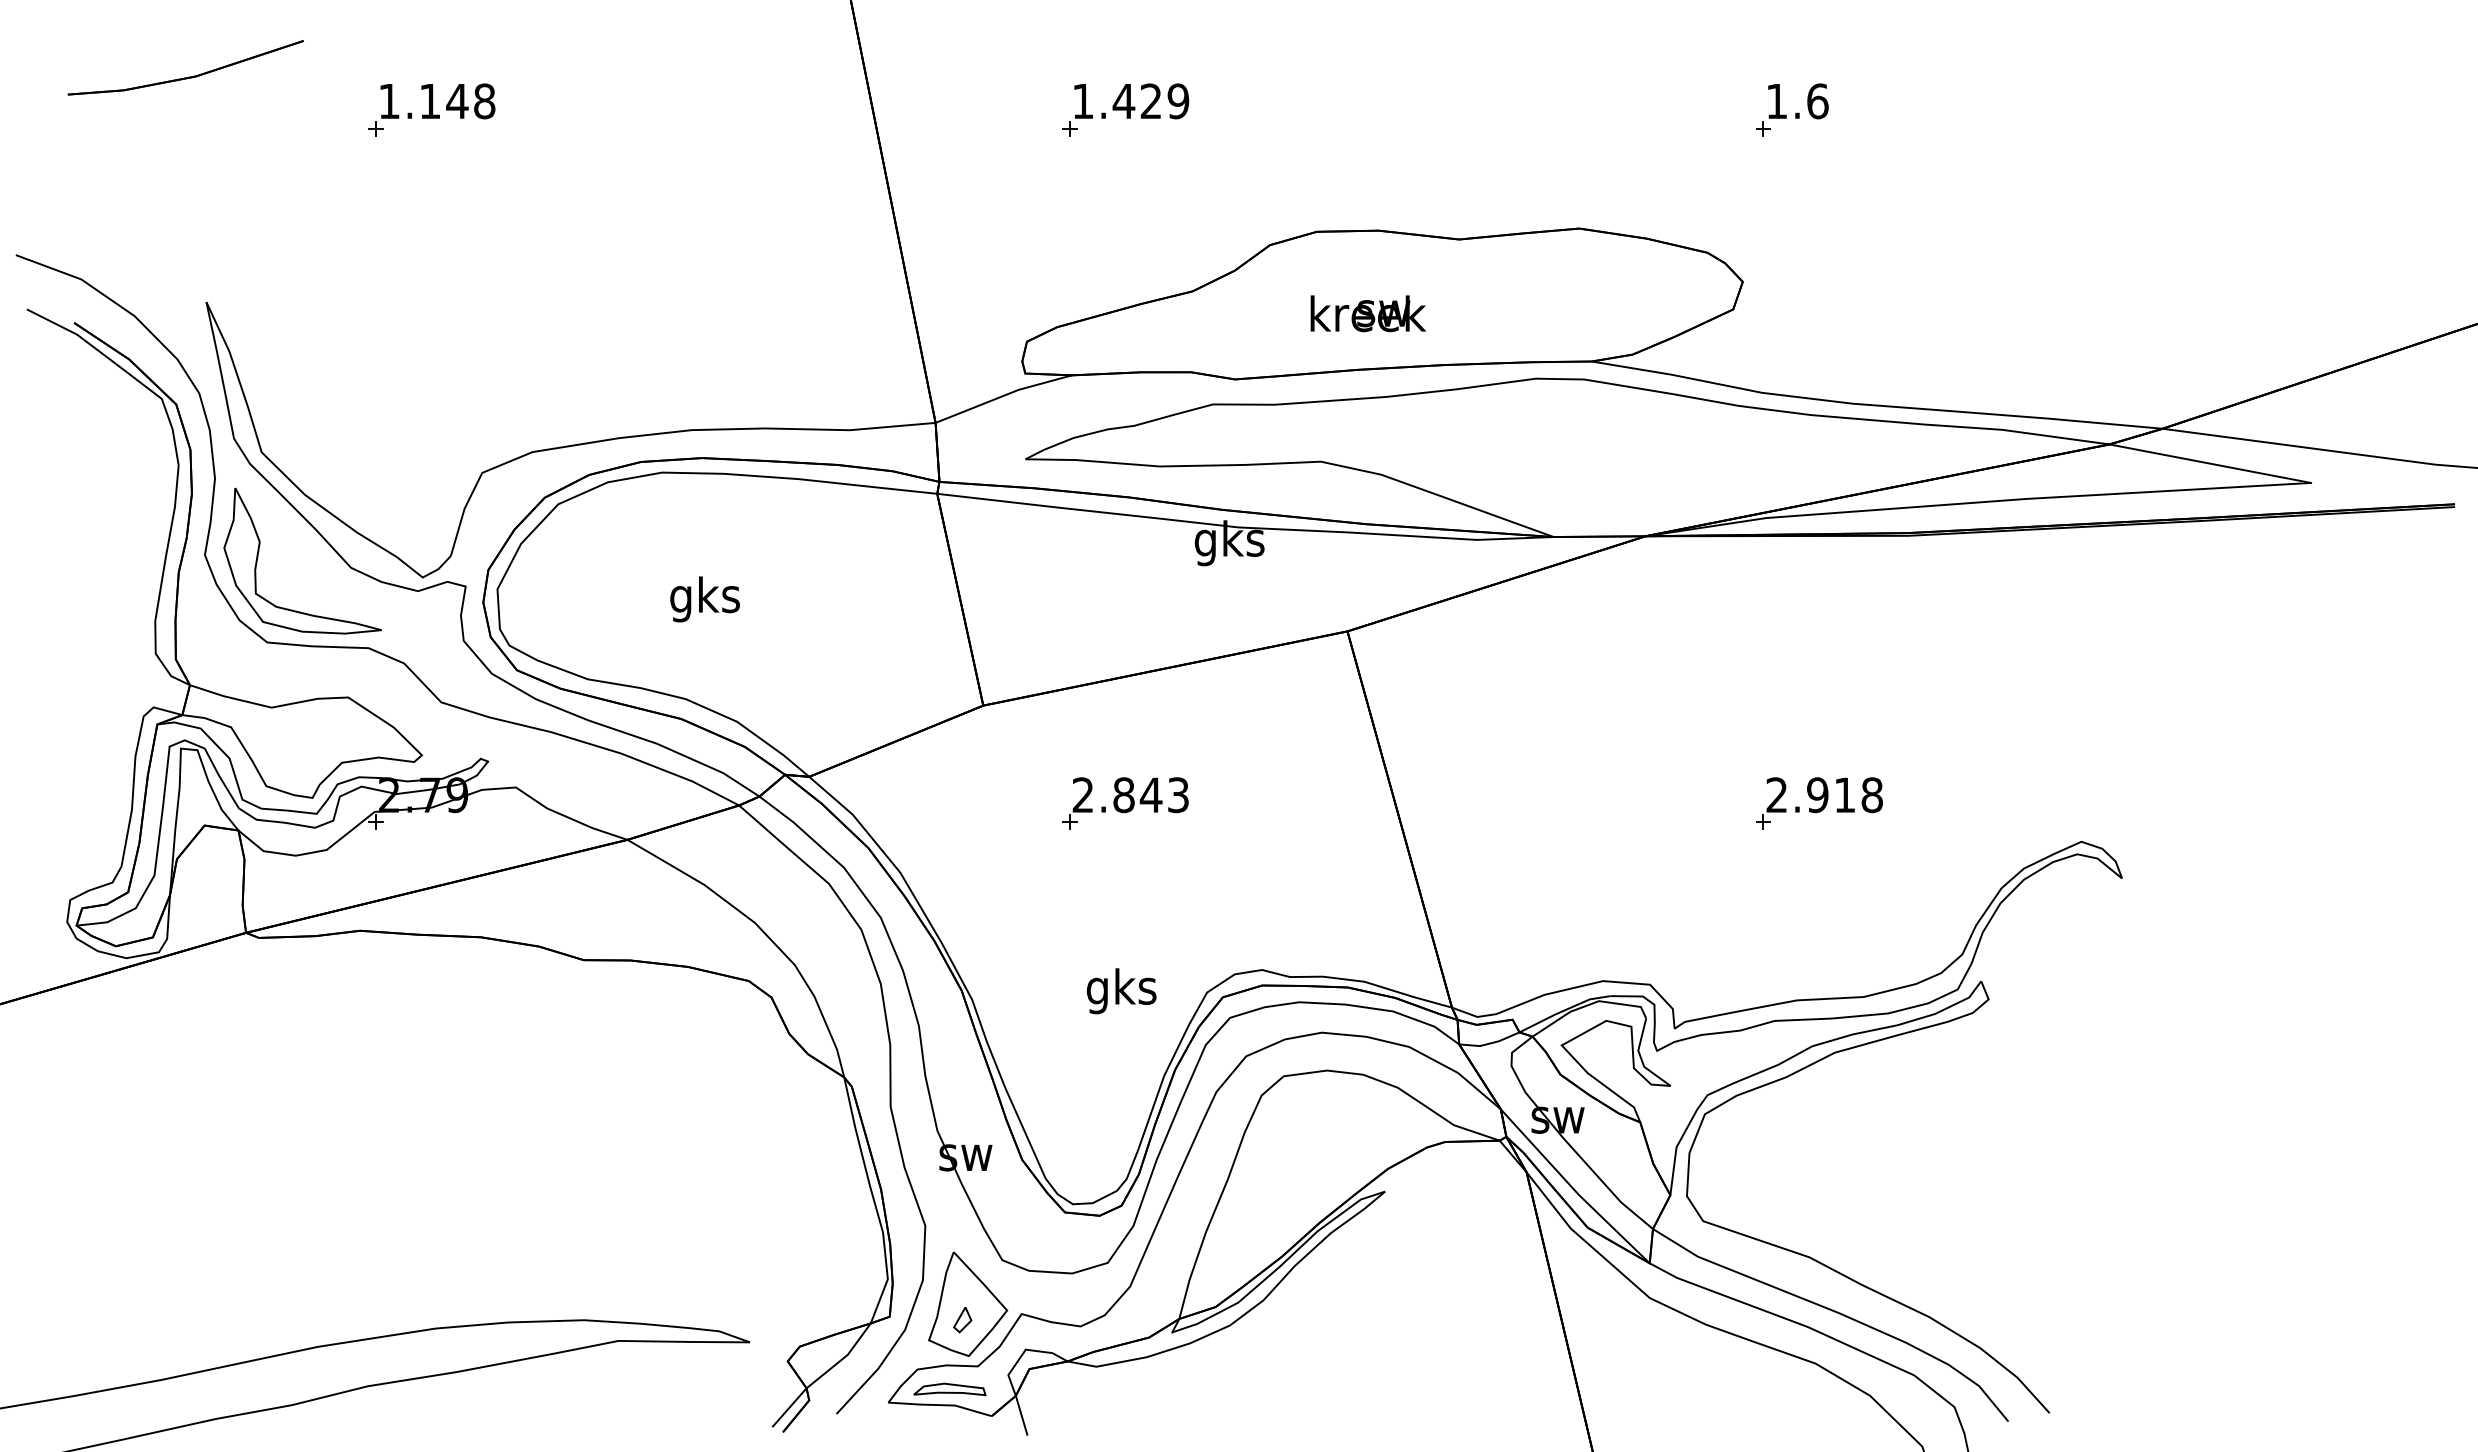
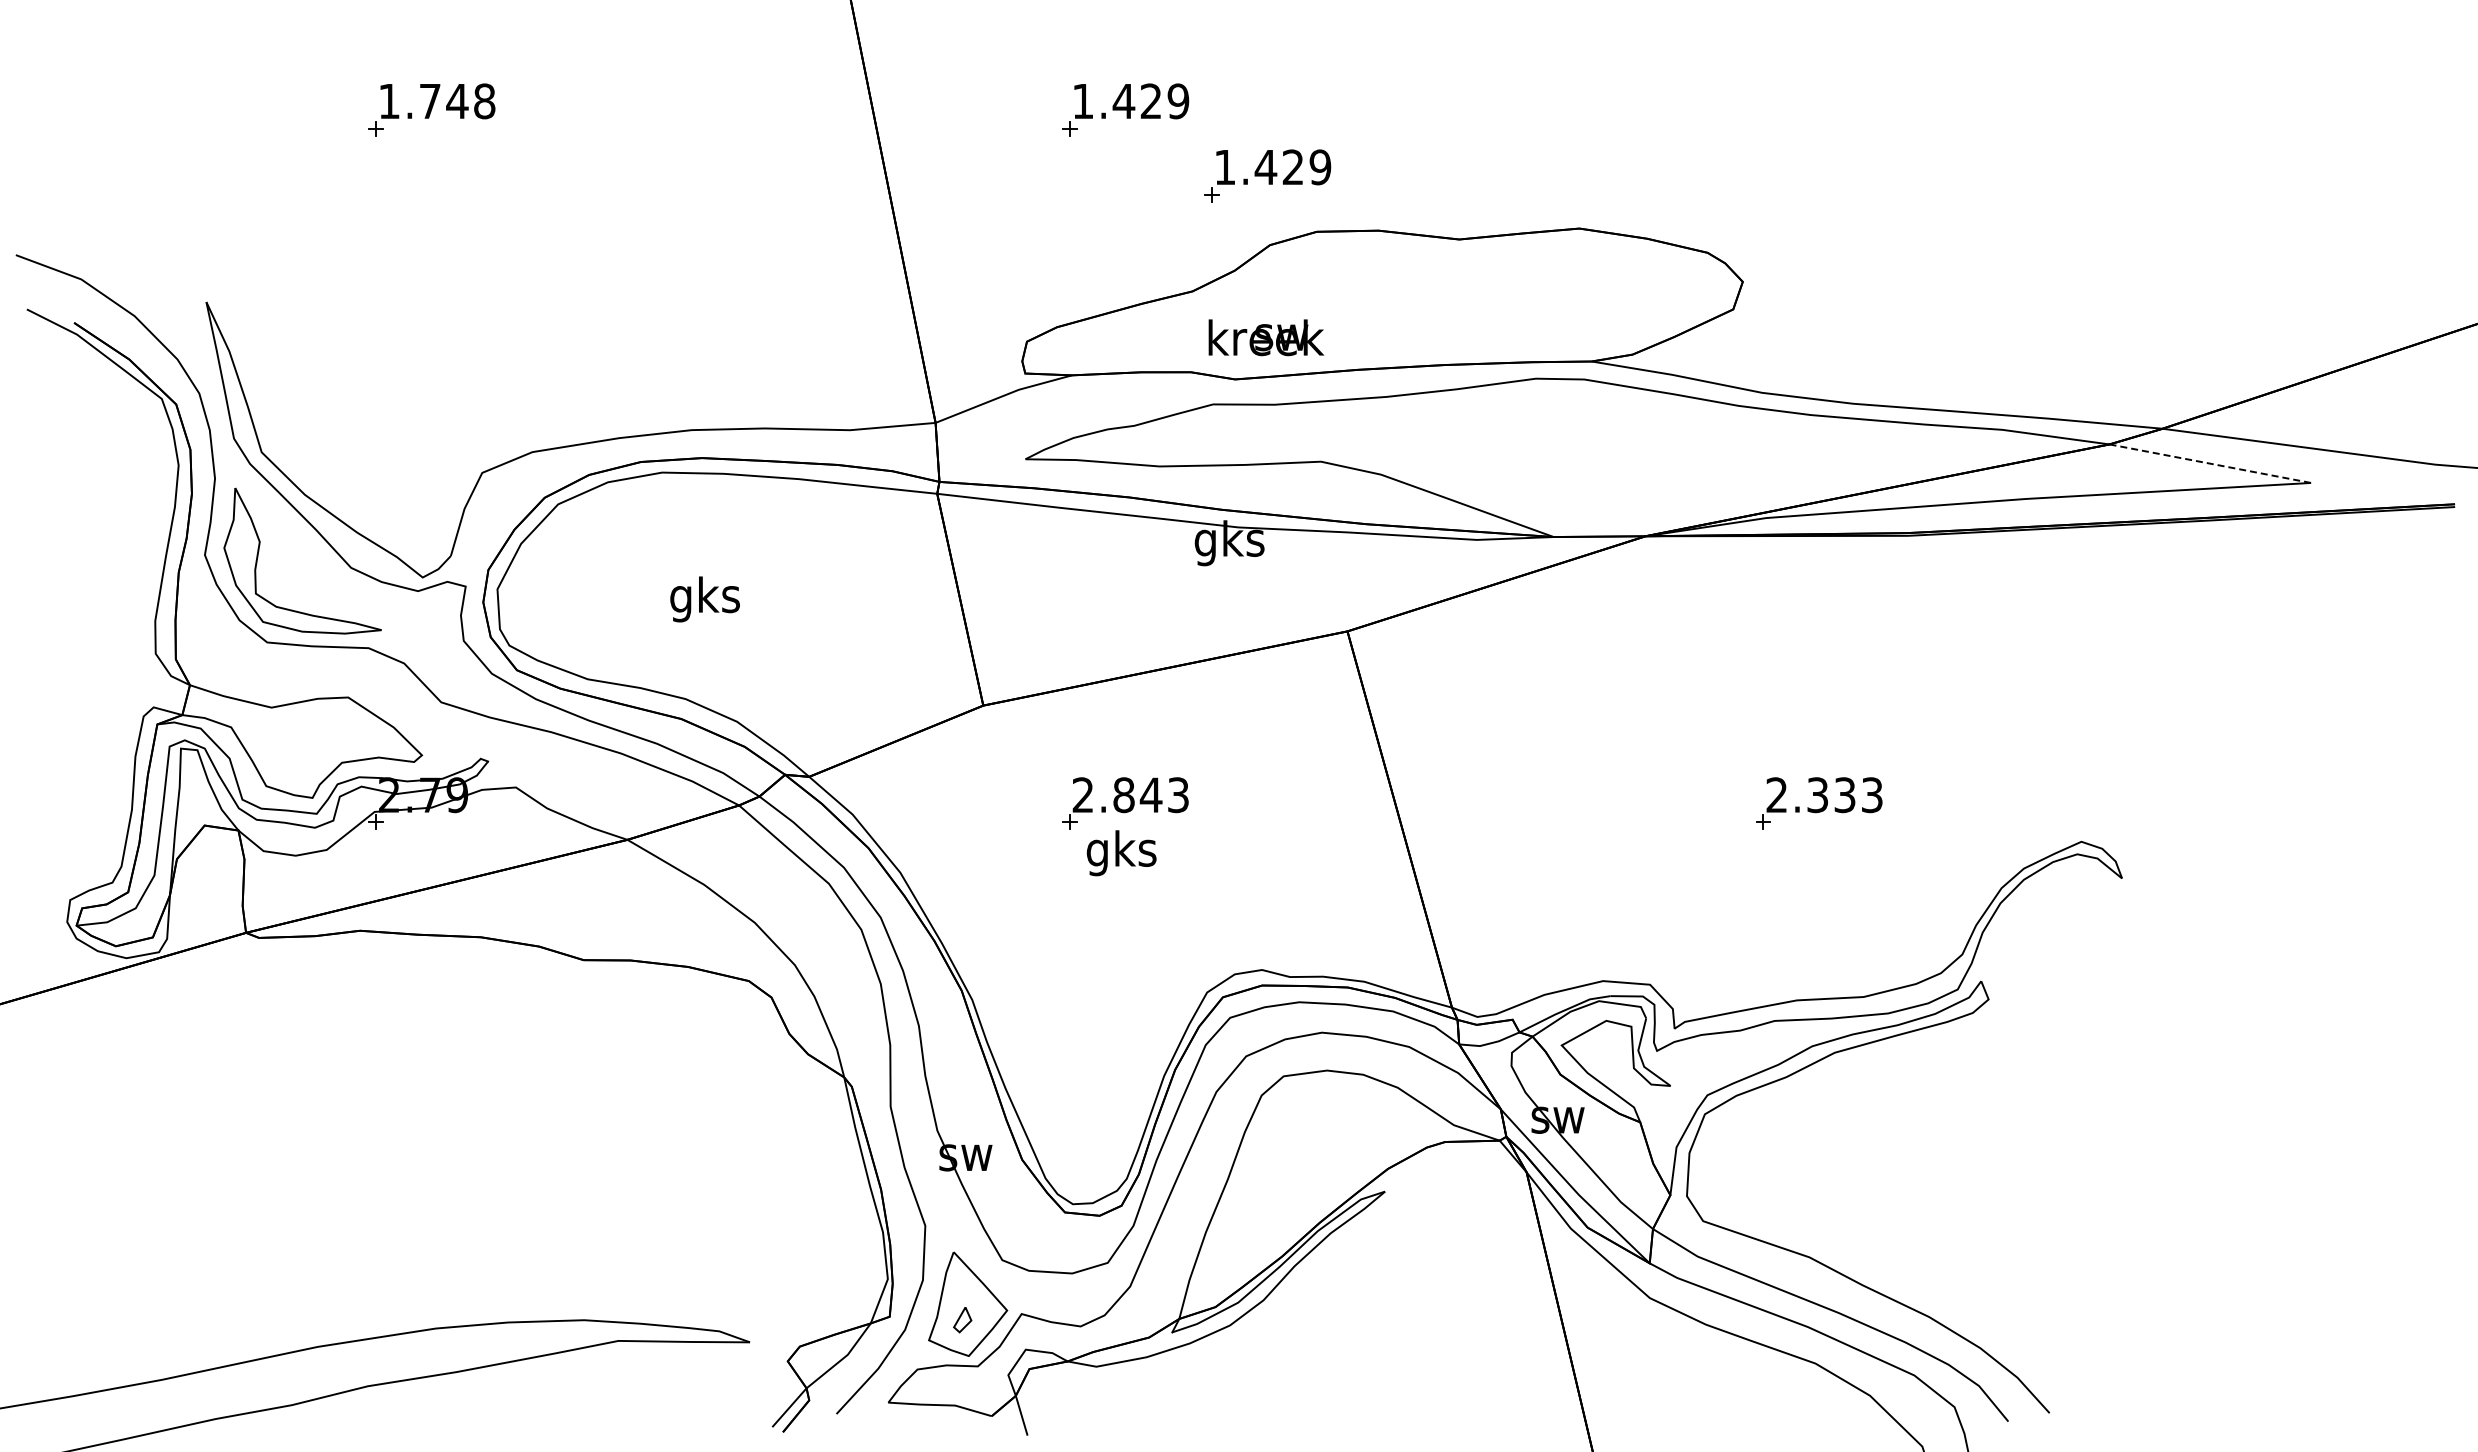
part at (188, 76): present -> none
text at (430, 101): 1.148 -> 1.748
part at (1792, 109): present -> none
part at (1267, 175): none -> present
text at (1368, 313) position: (1368, 313) -> (1266, 337)
line at (2210, 463): solid -> dashed
text at (1844, 795): 2.918 -> 2.333
text at (1121, 991) position: (1121, 991) -> (1121, 853)
part at (949, 1389): present -> none
